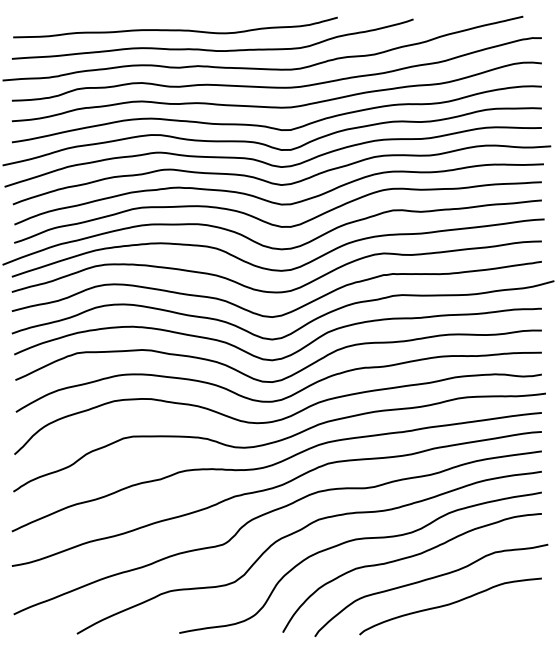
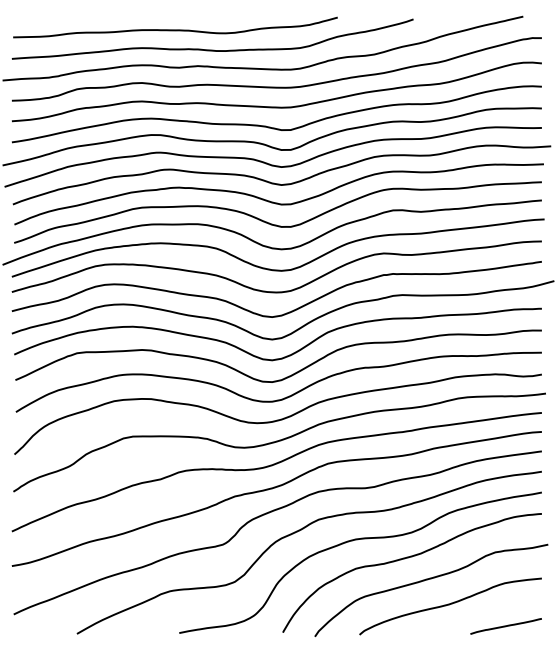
line at (505, 626): none -> present
